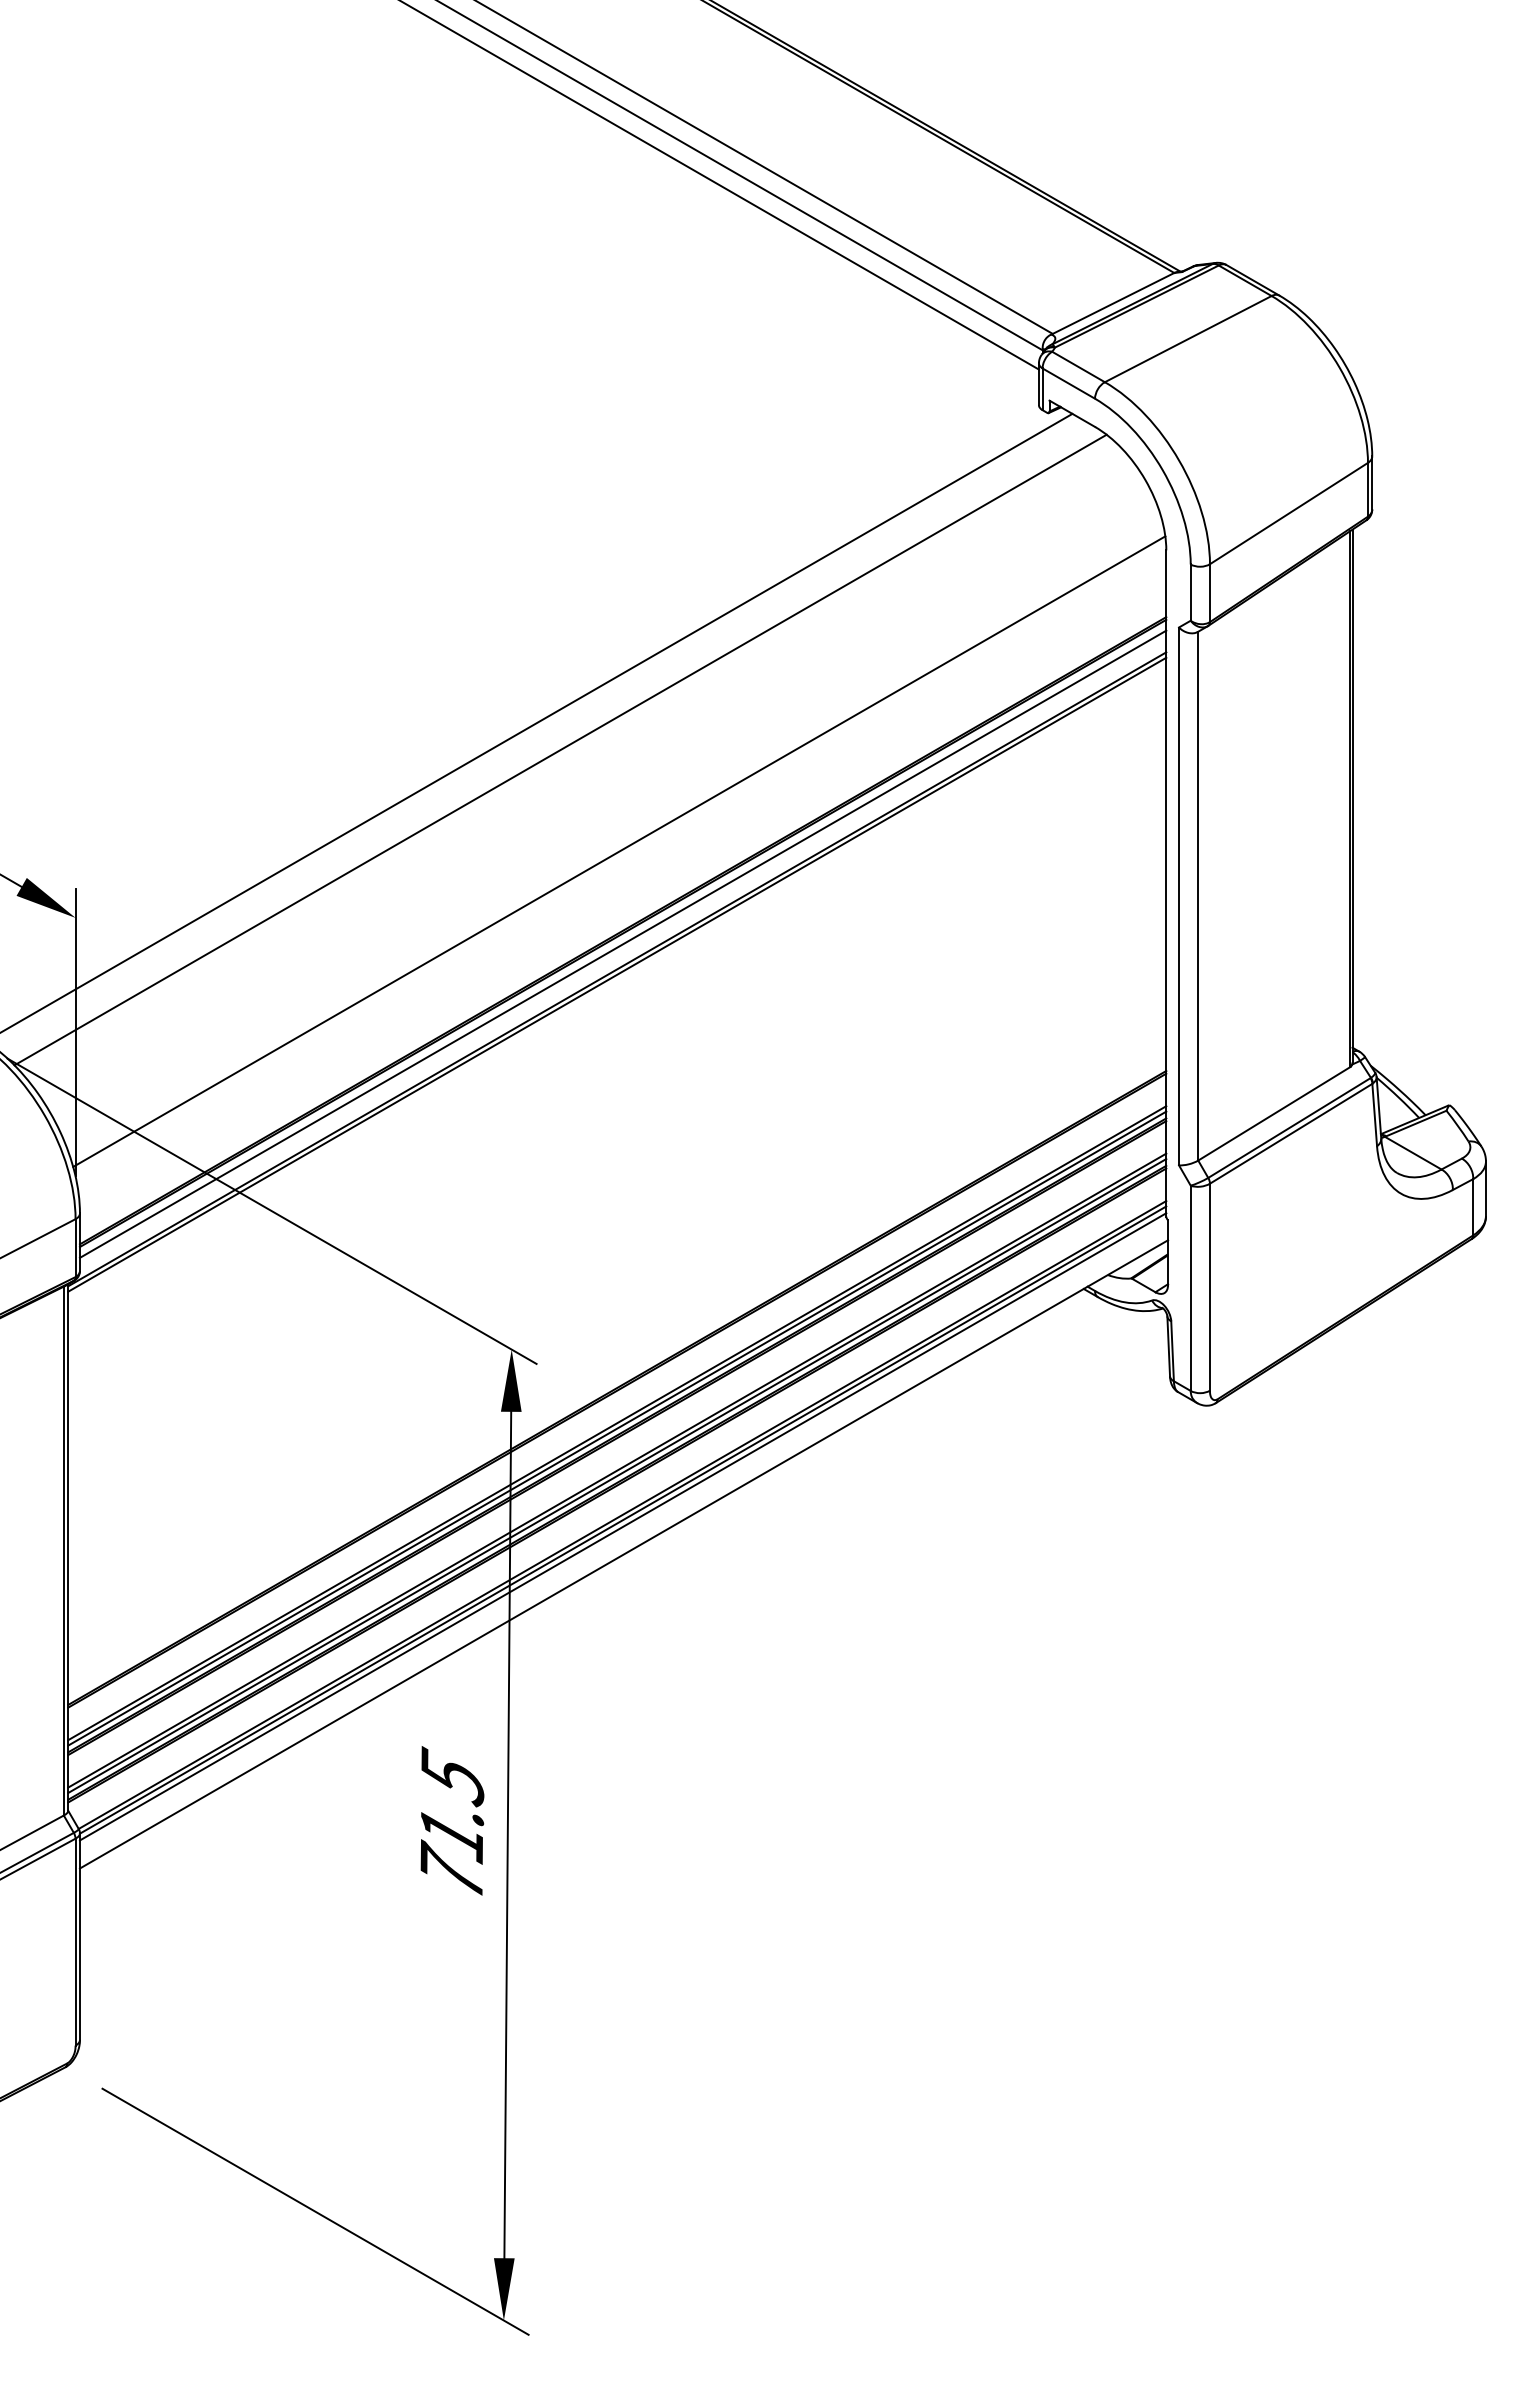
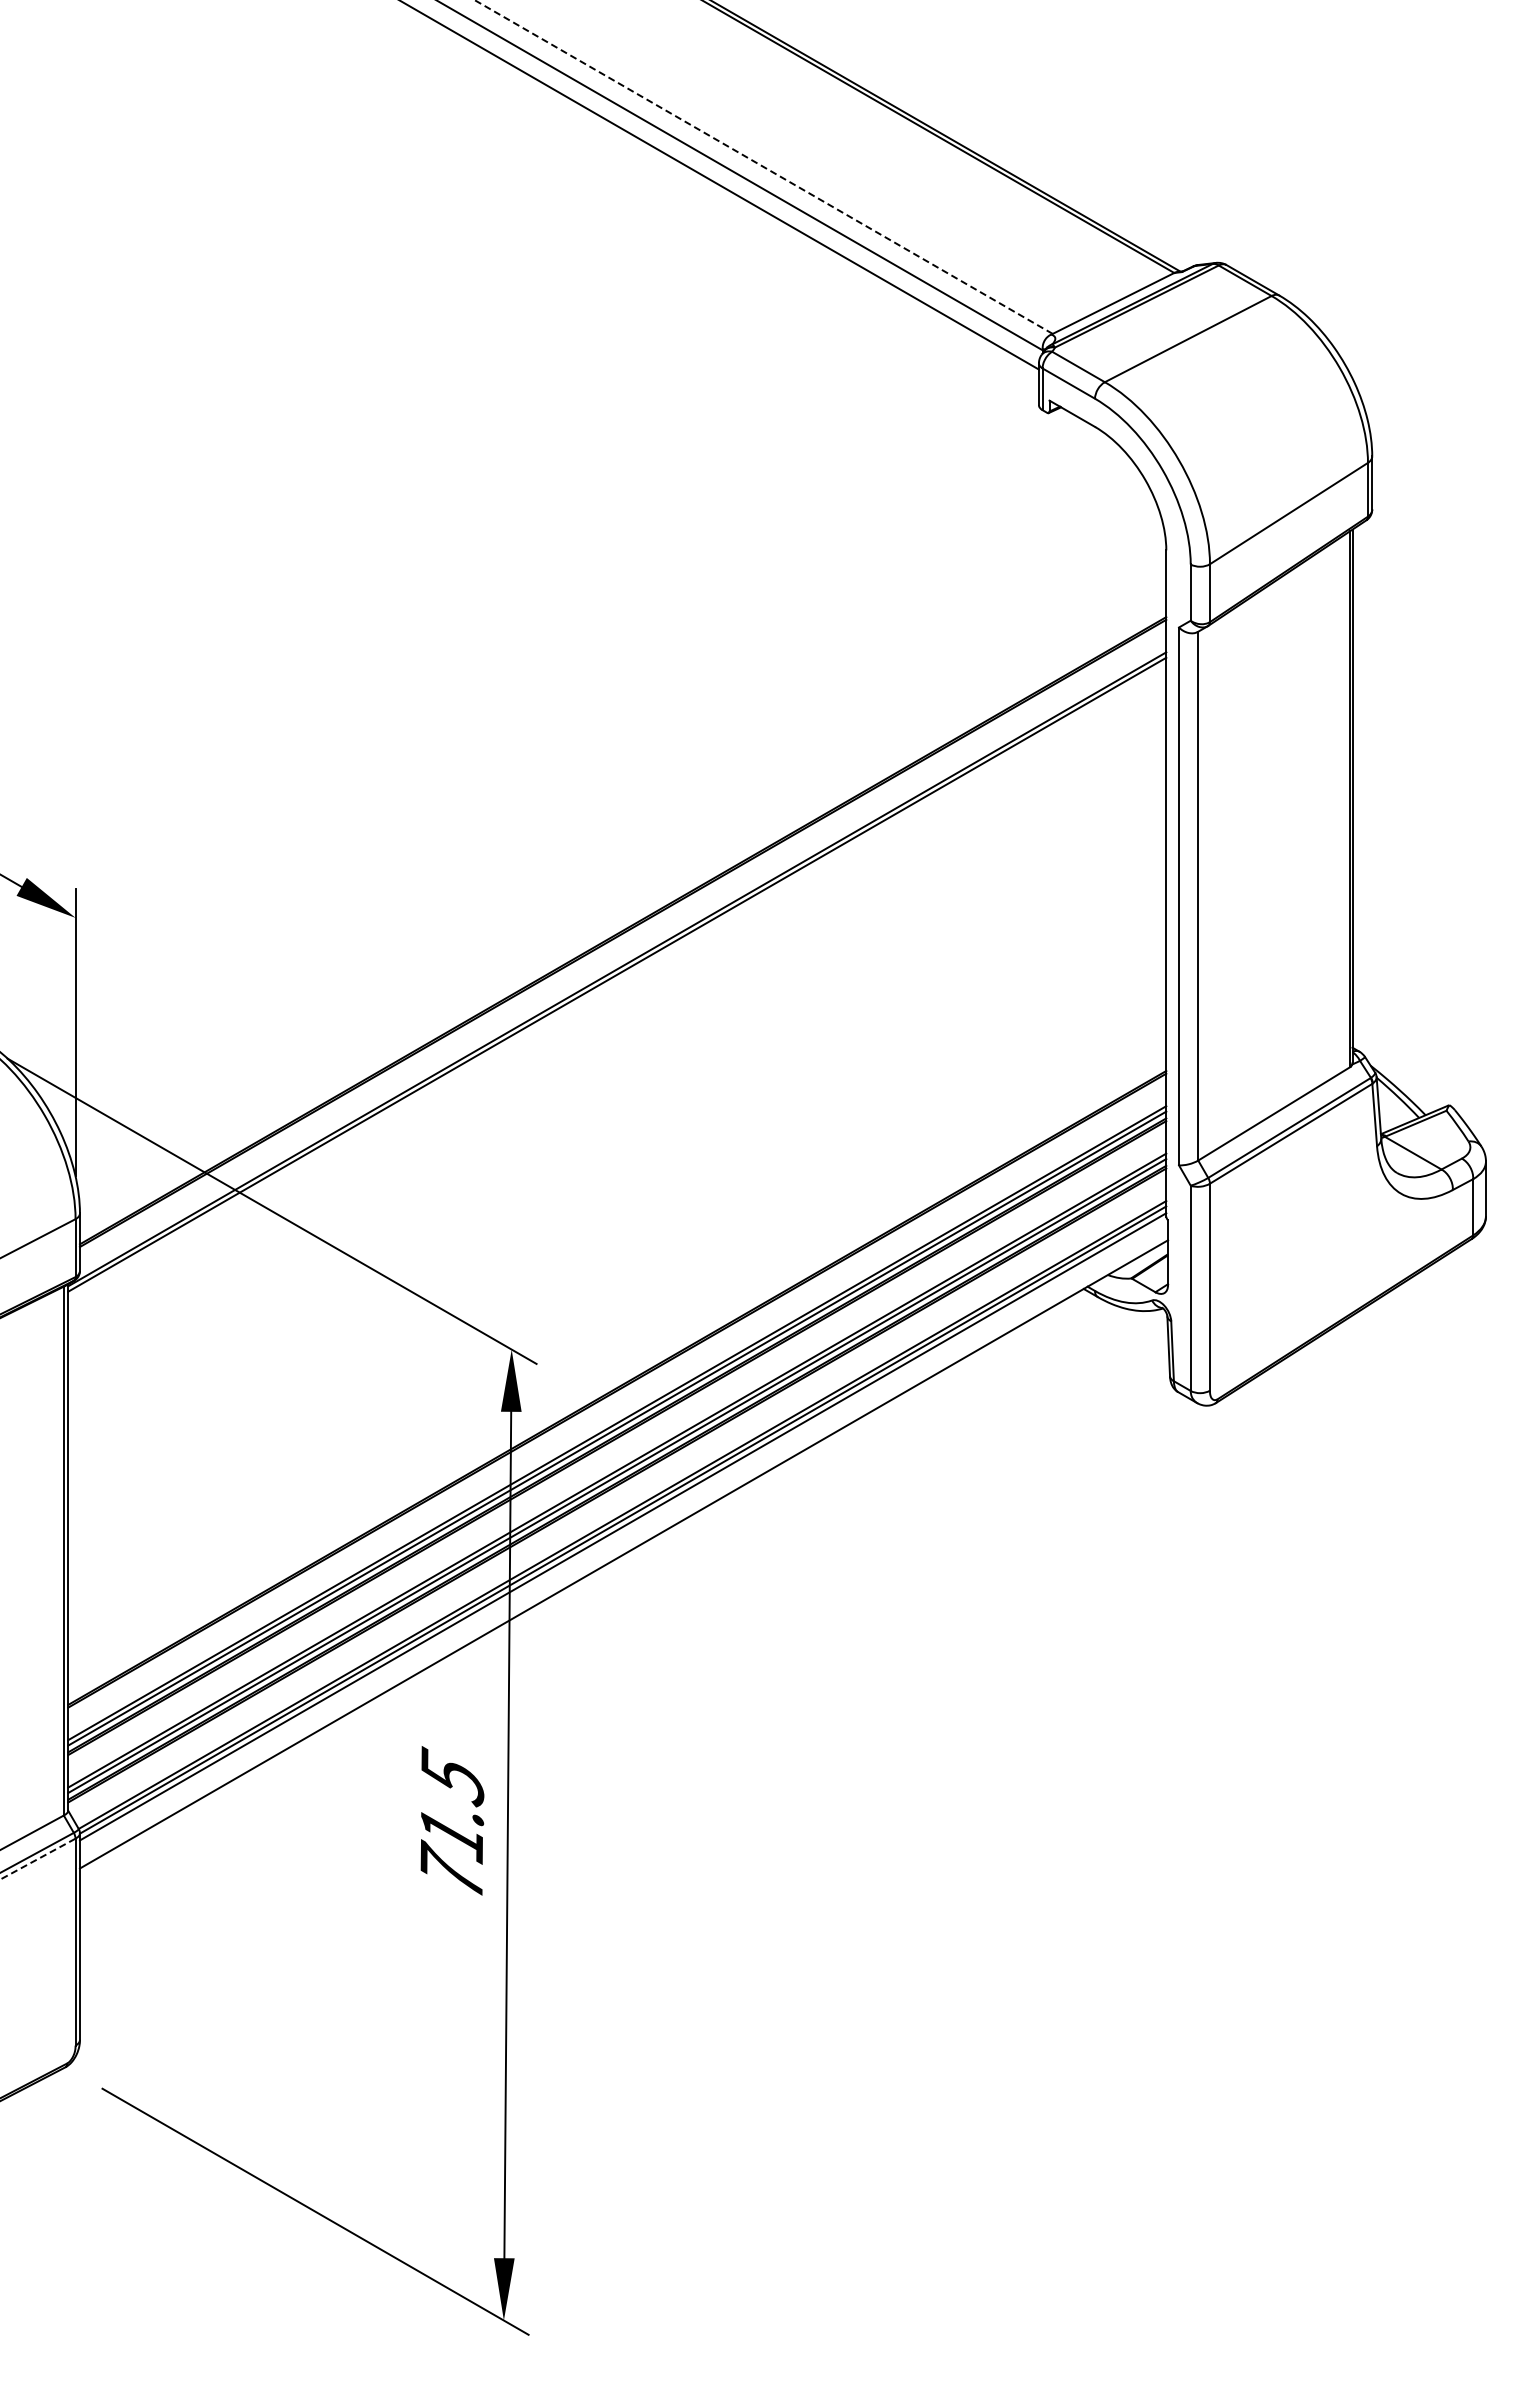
line at (763, 167): solid -> dashed
line at (537, 722): present -> none
line at (560, 749): present -> none
line at (619, 851): present -> none
line at (622, 943): present -> none
line at (37, 1859): solid -> dashed
